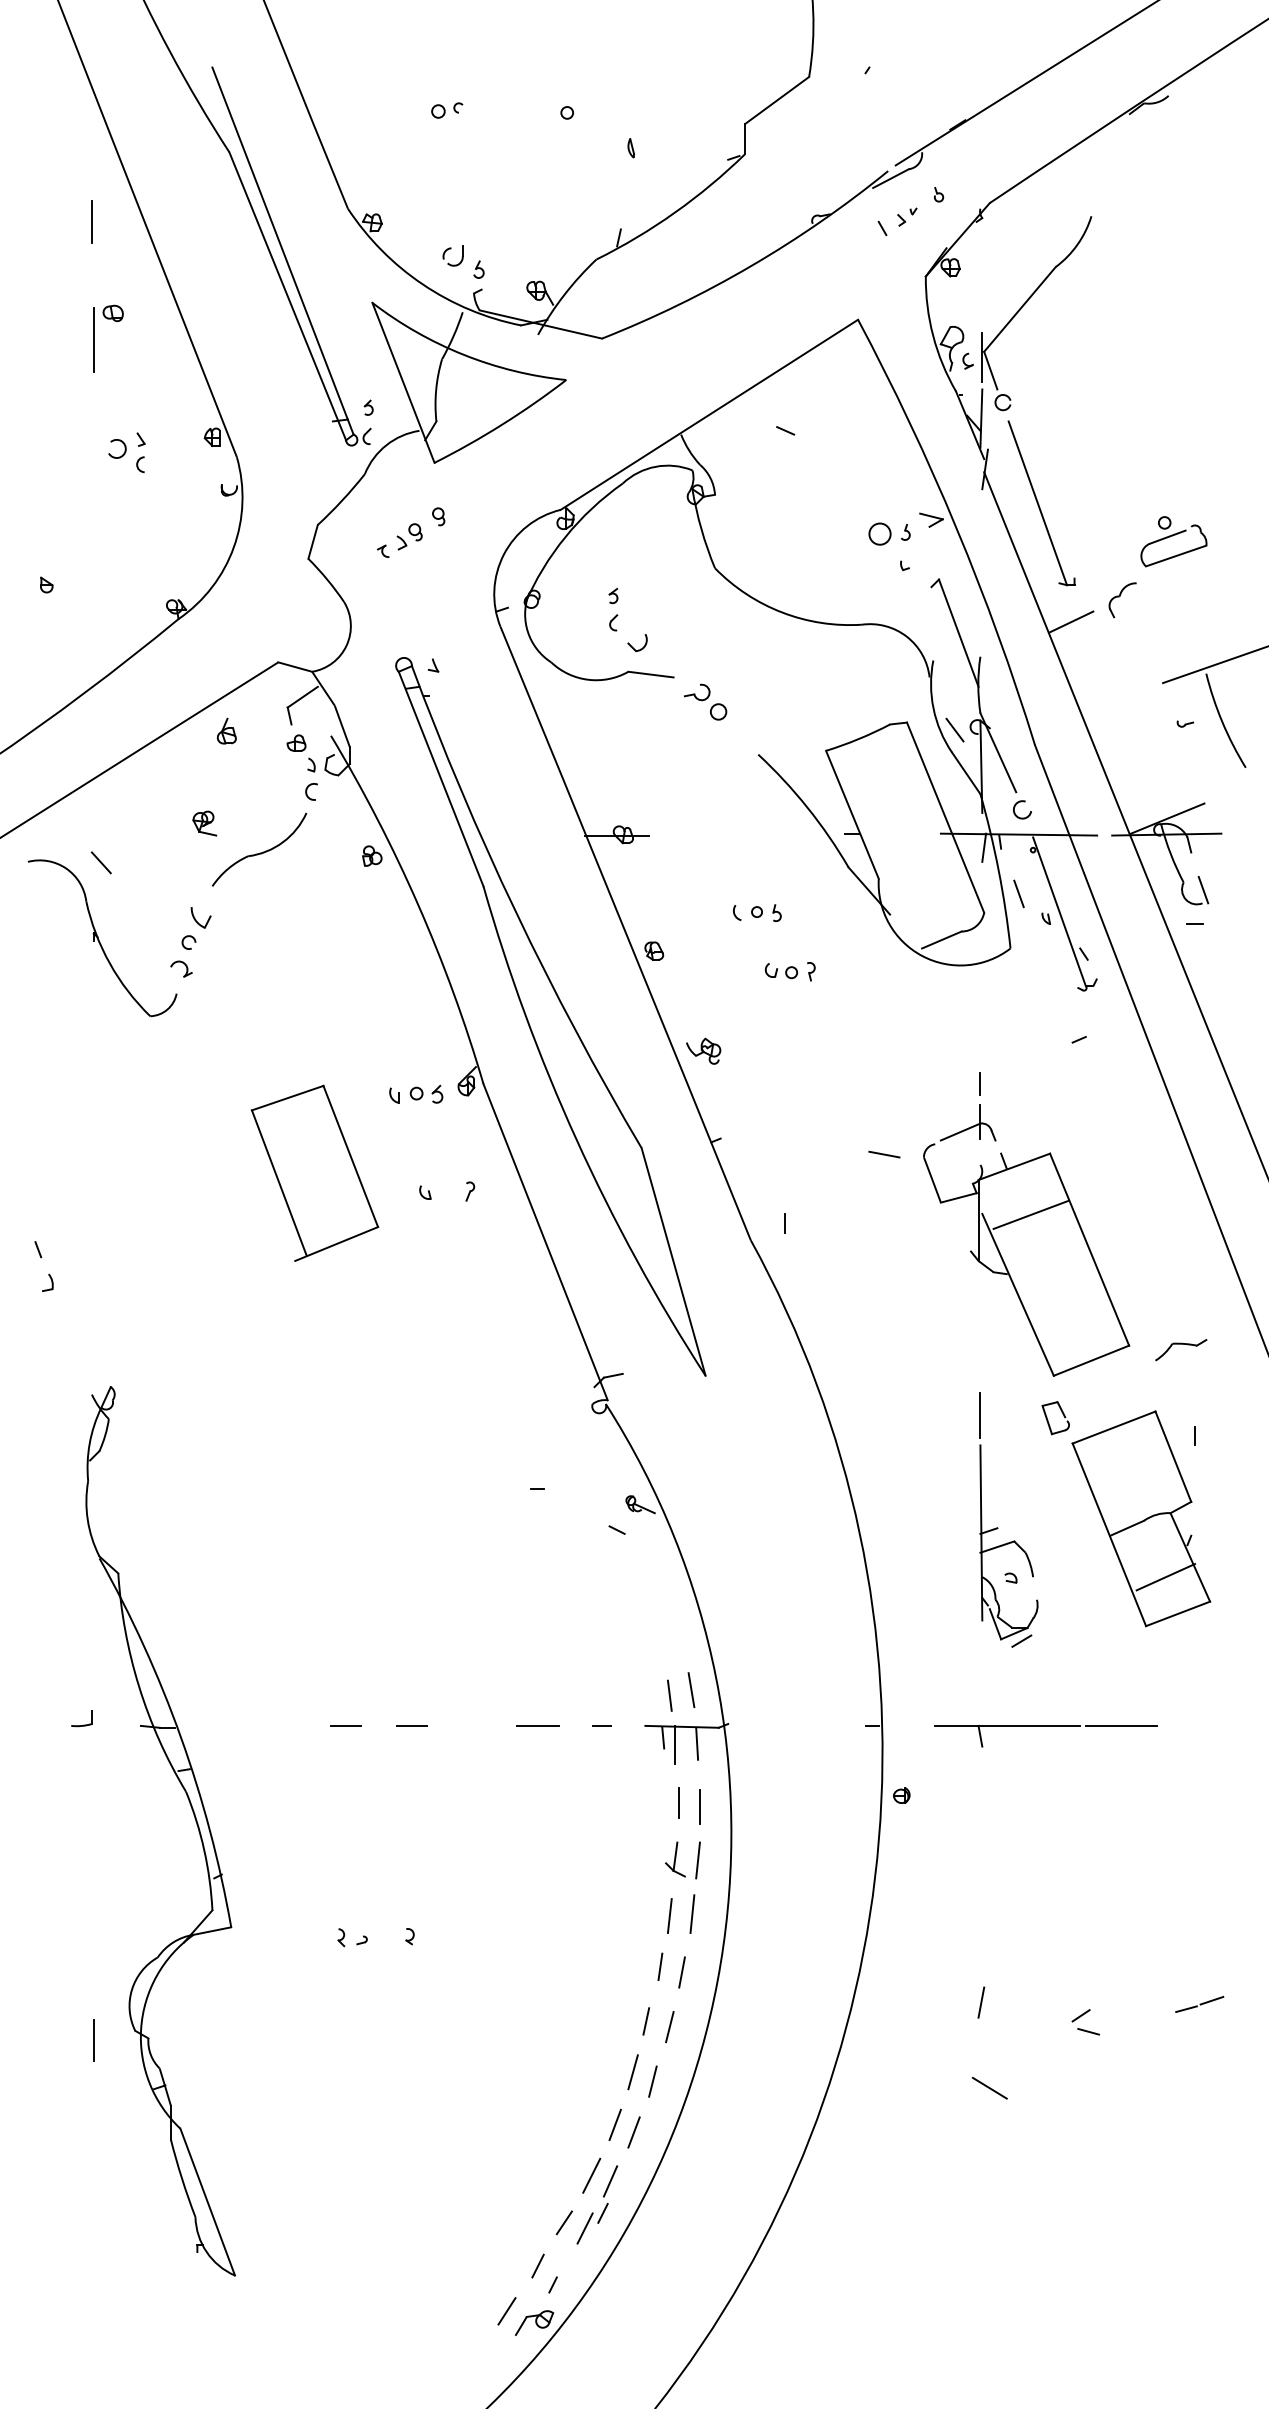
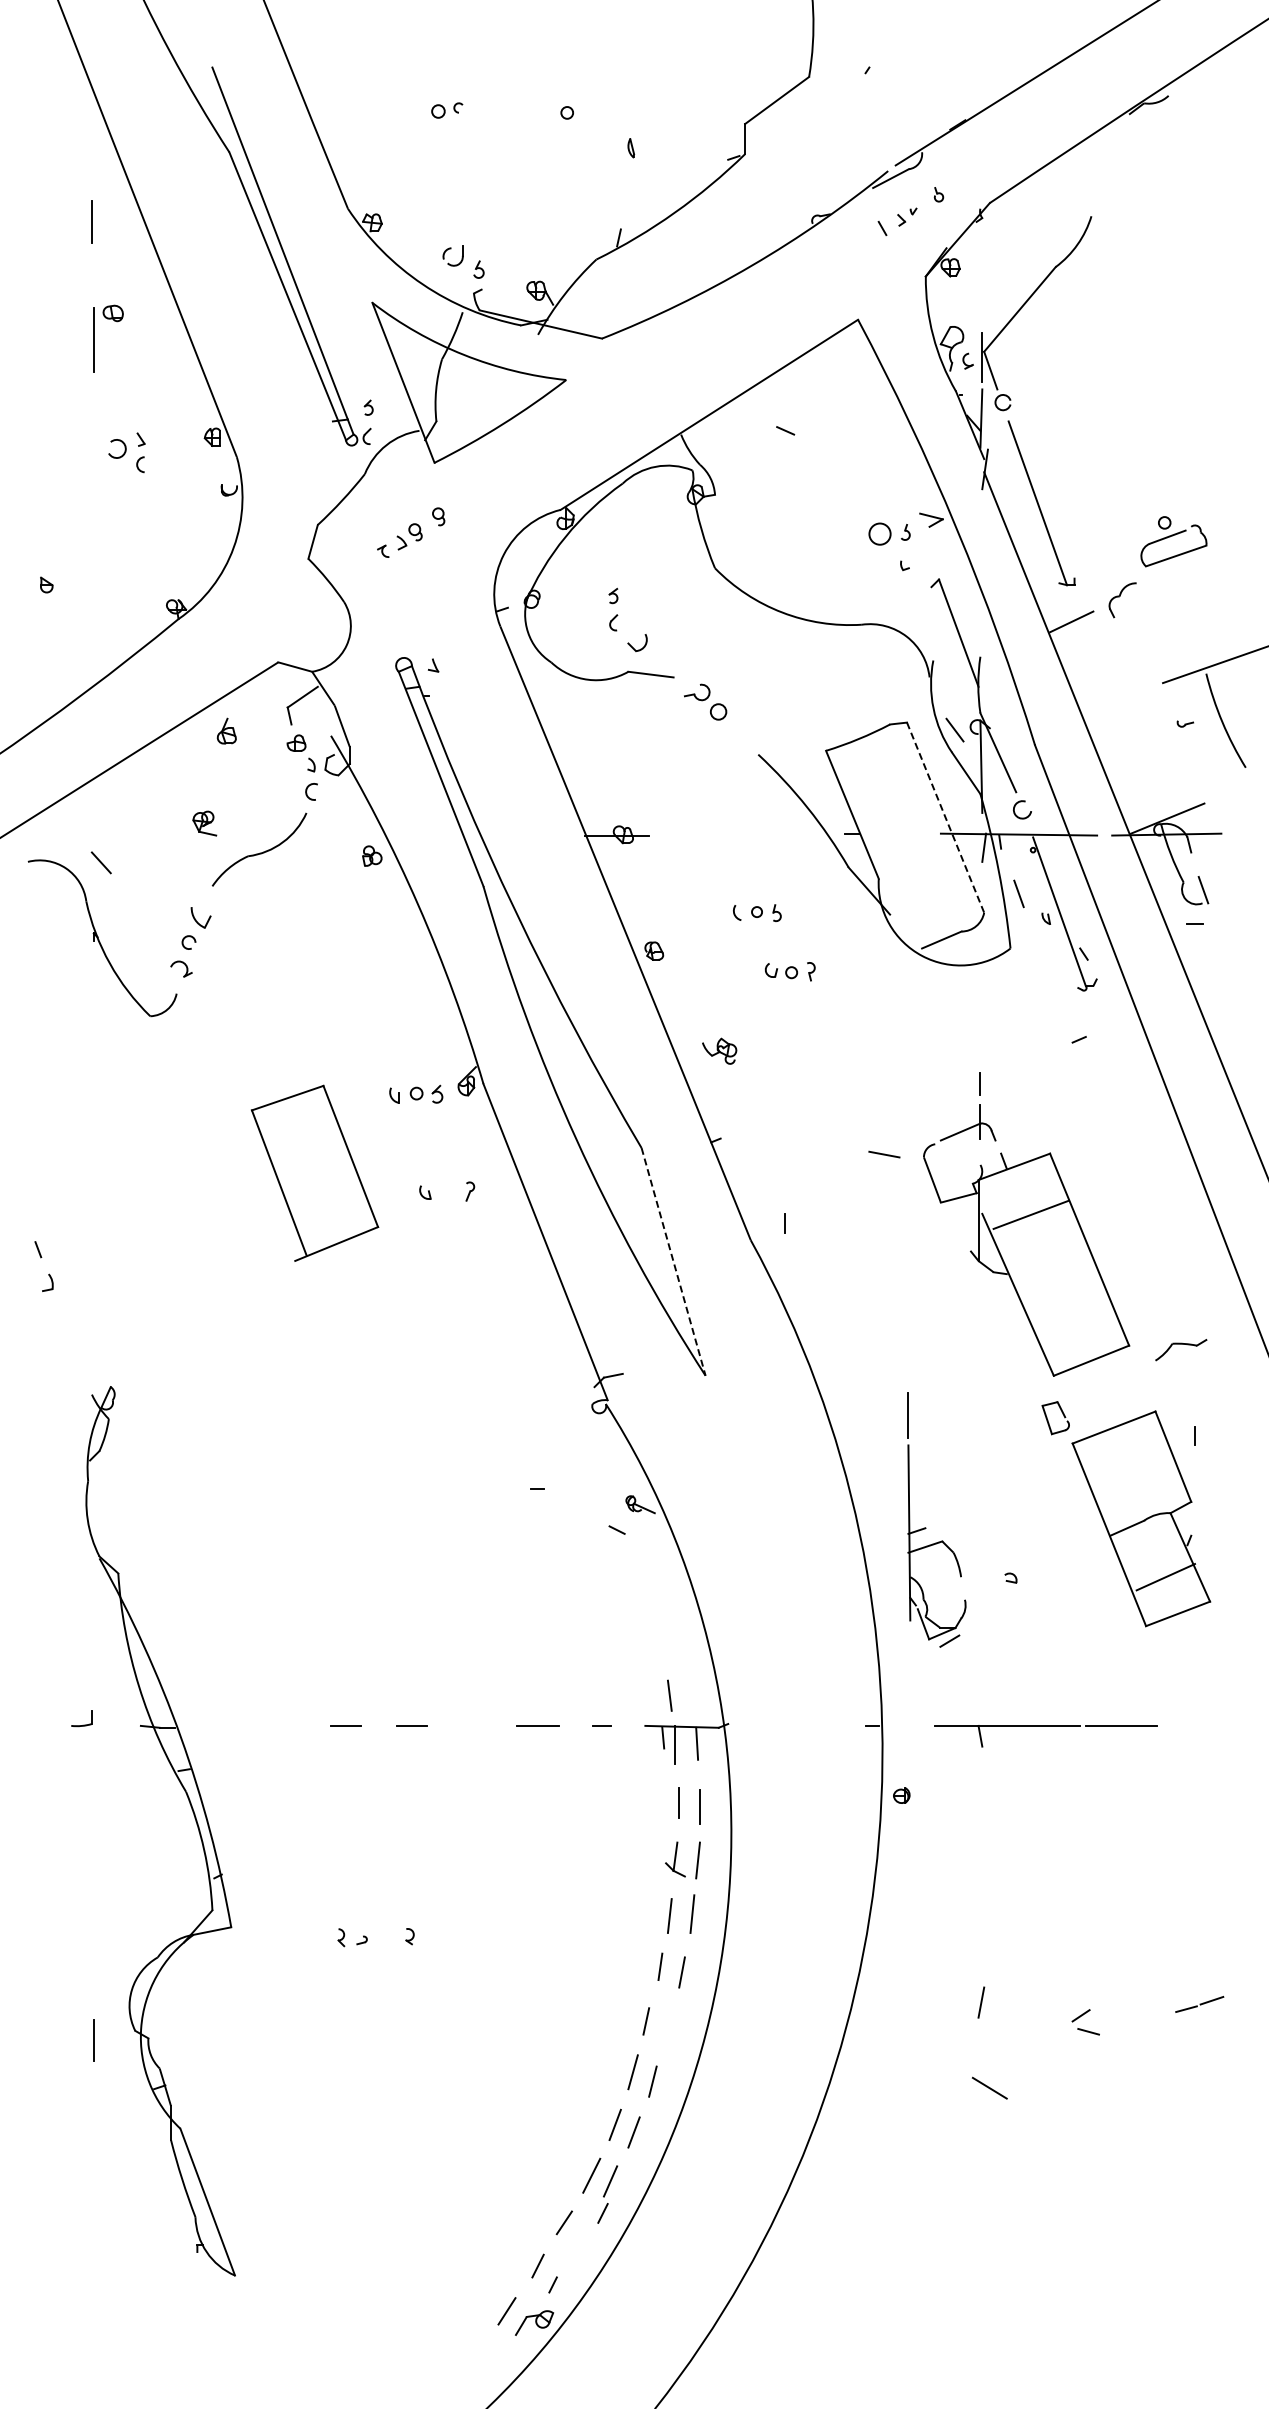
line at (945, 817): solid -> dashed
part at (703, 1050) position: (703, 1050) -> (719, 1050)
line at (673, 1262): solid -> dashed
part at (998, 1527) position: (998, 1527) -> (926, 1527)
line at (691, 1690): present -> none
line at (669, 2027): present -> none
line at (584, 2228): present -> none
